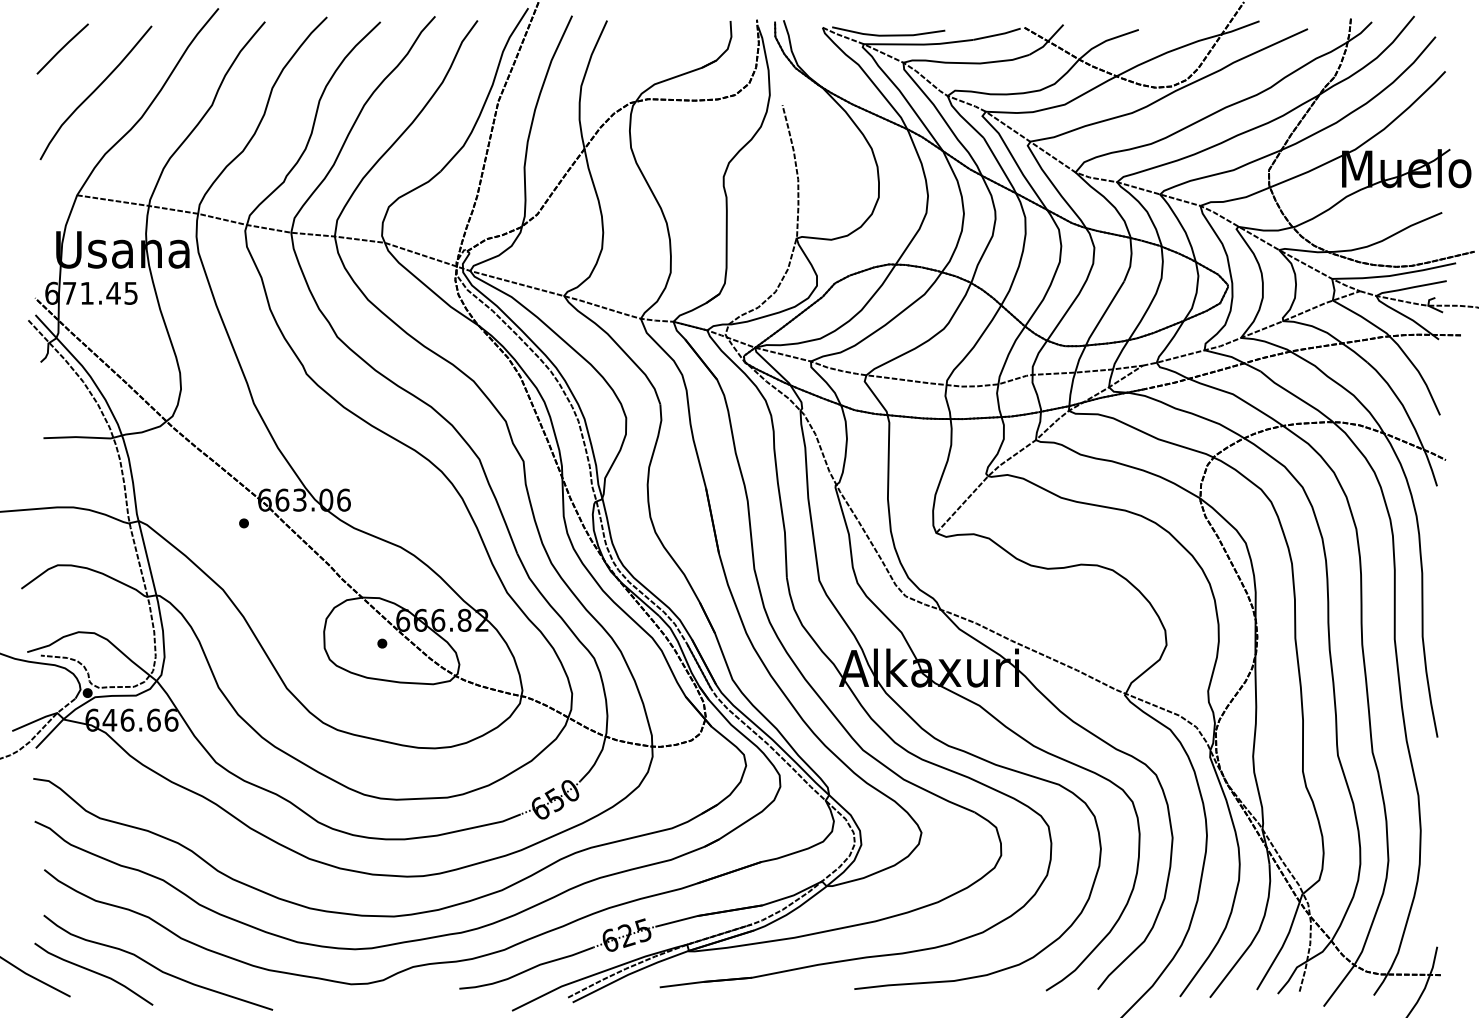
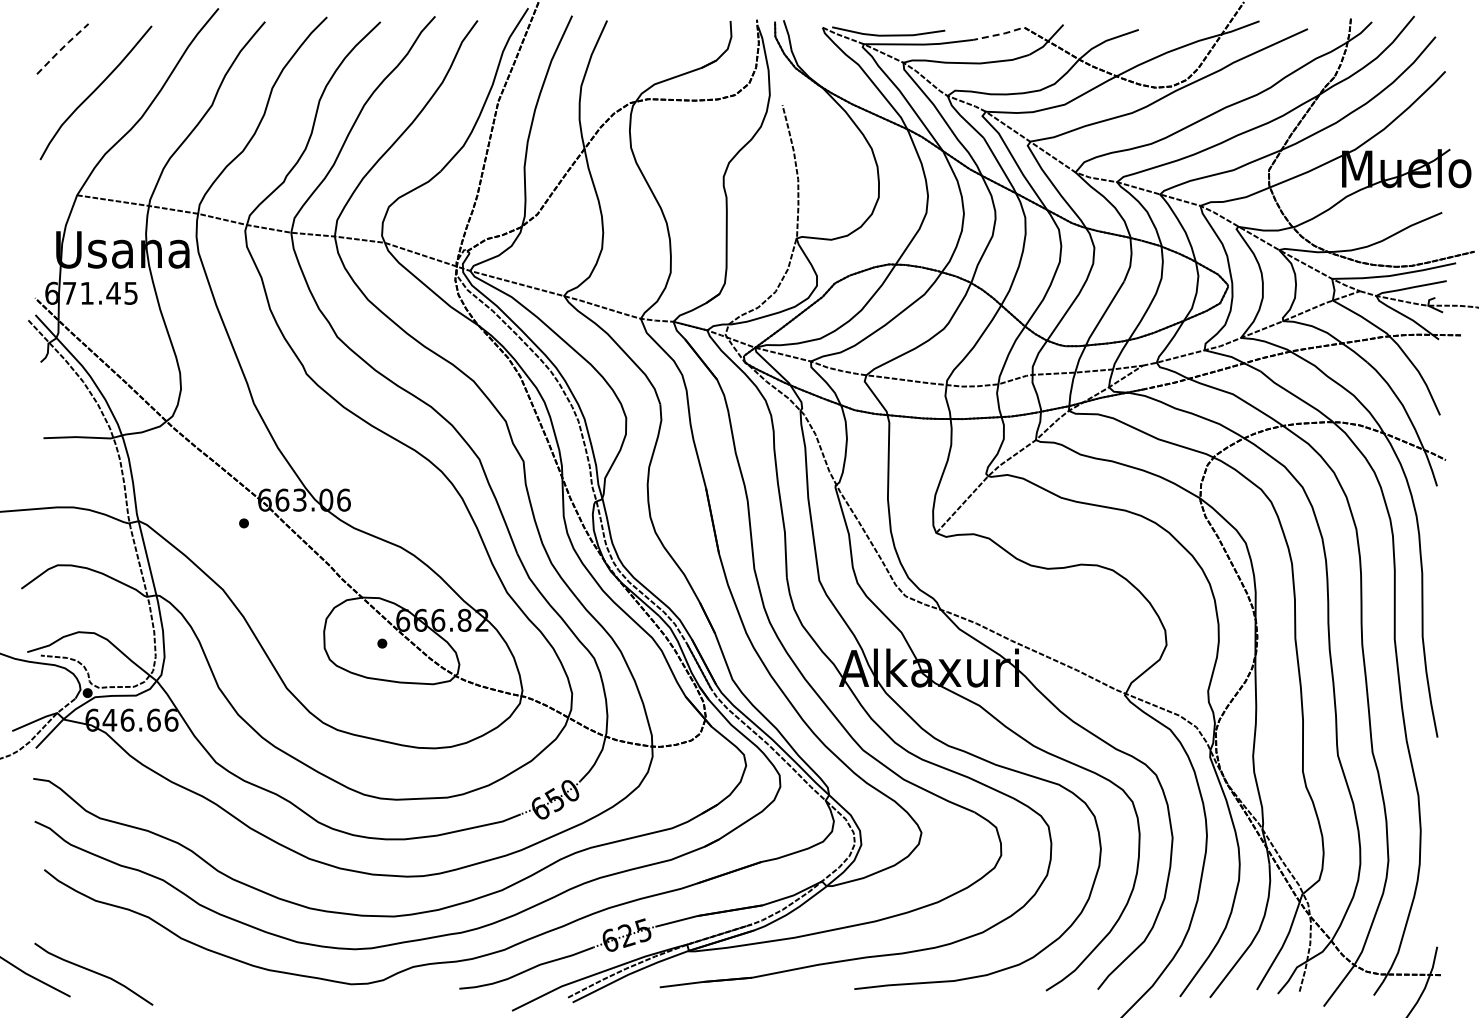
line at (997, 34): solid -> dashed
line at (62, 48): solid -> dashed
curve at (154, 965): present -> none
